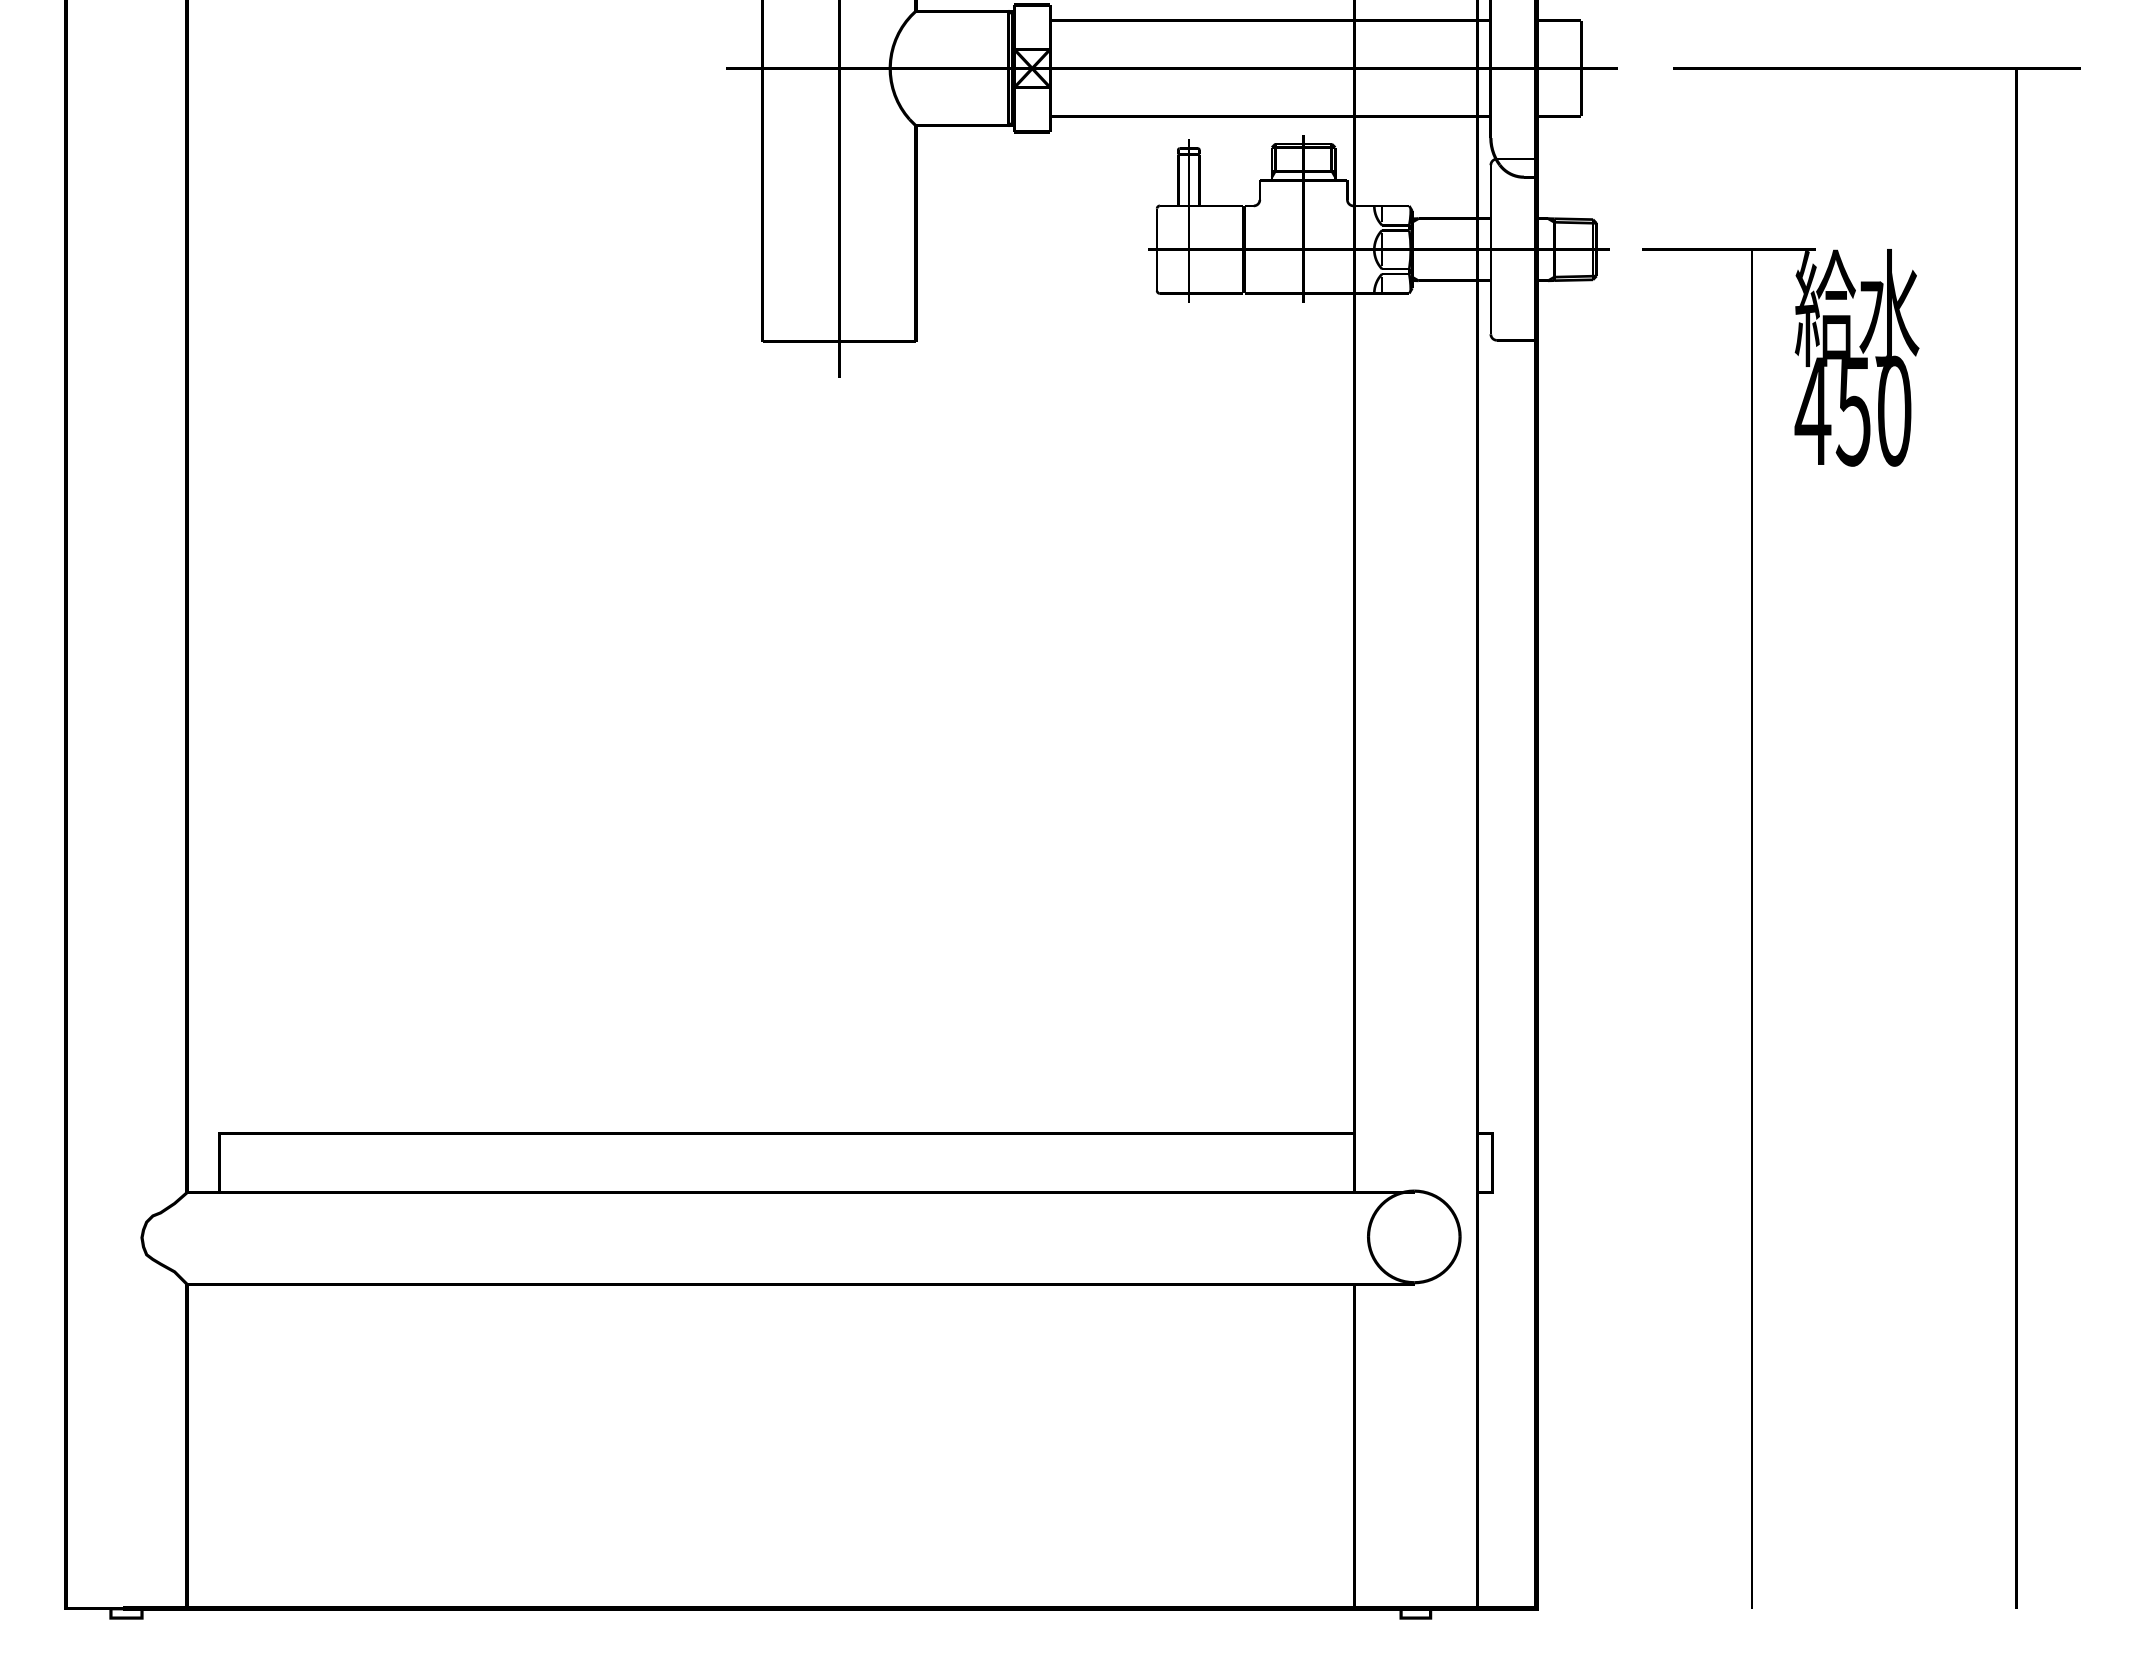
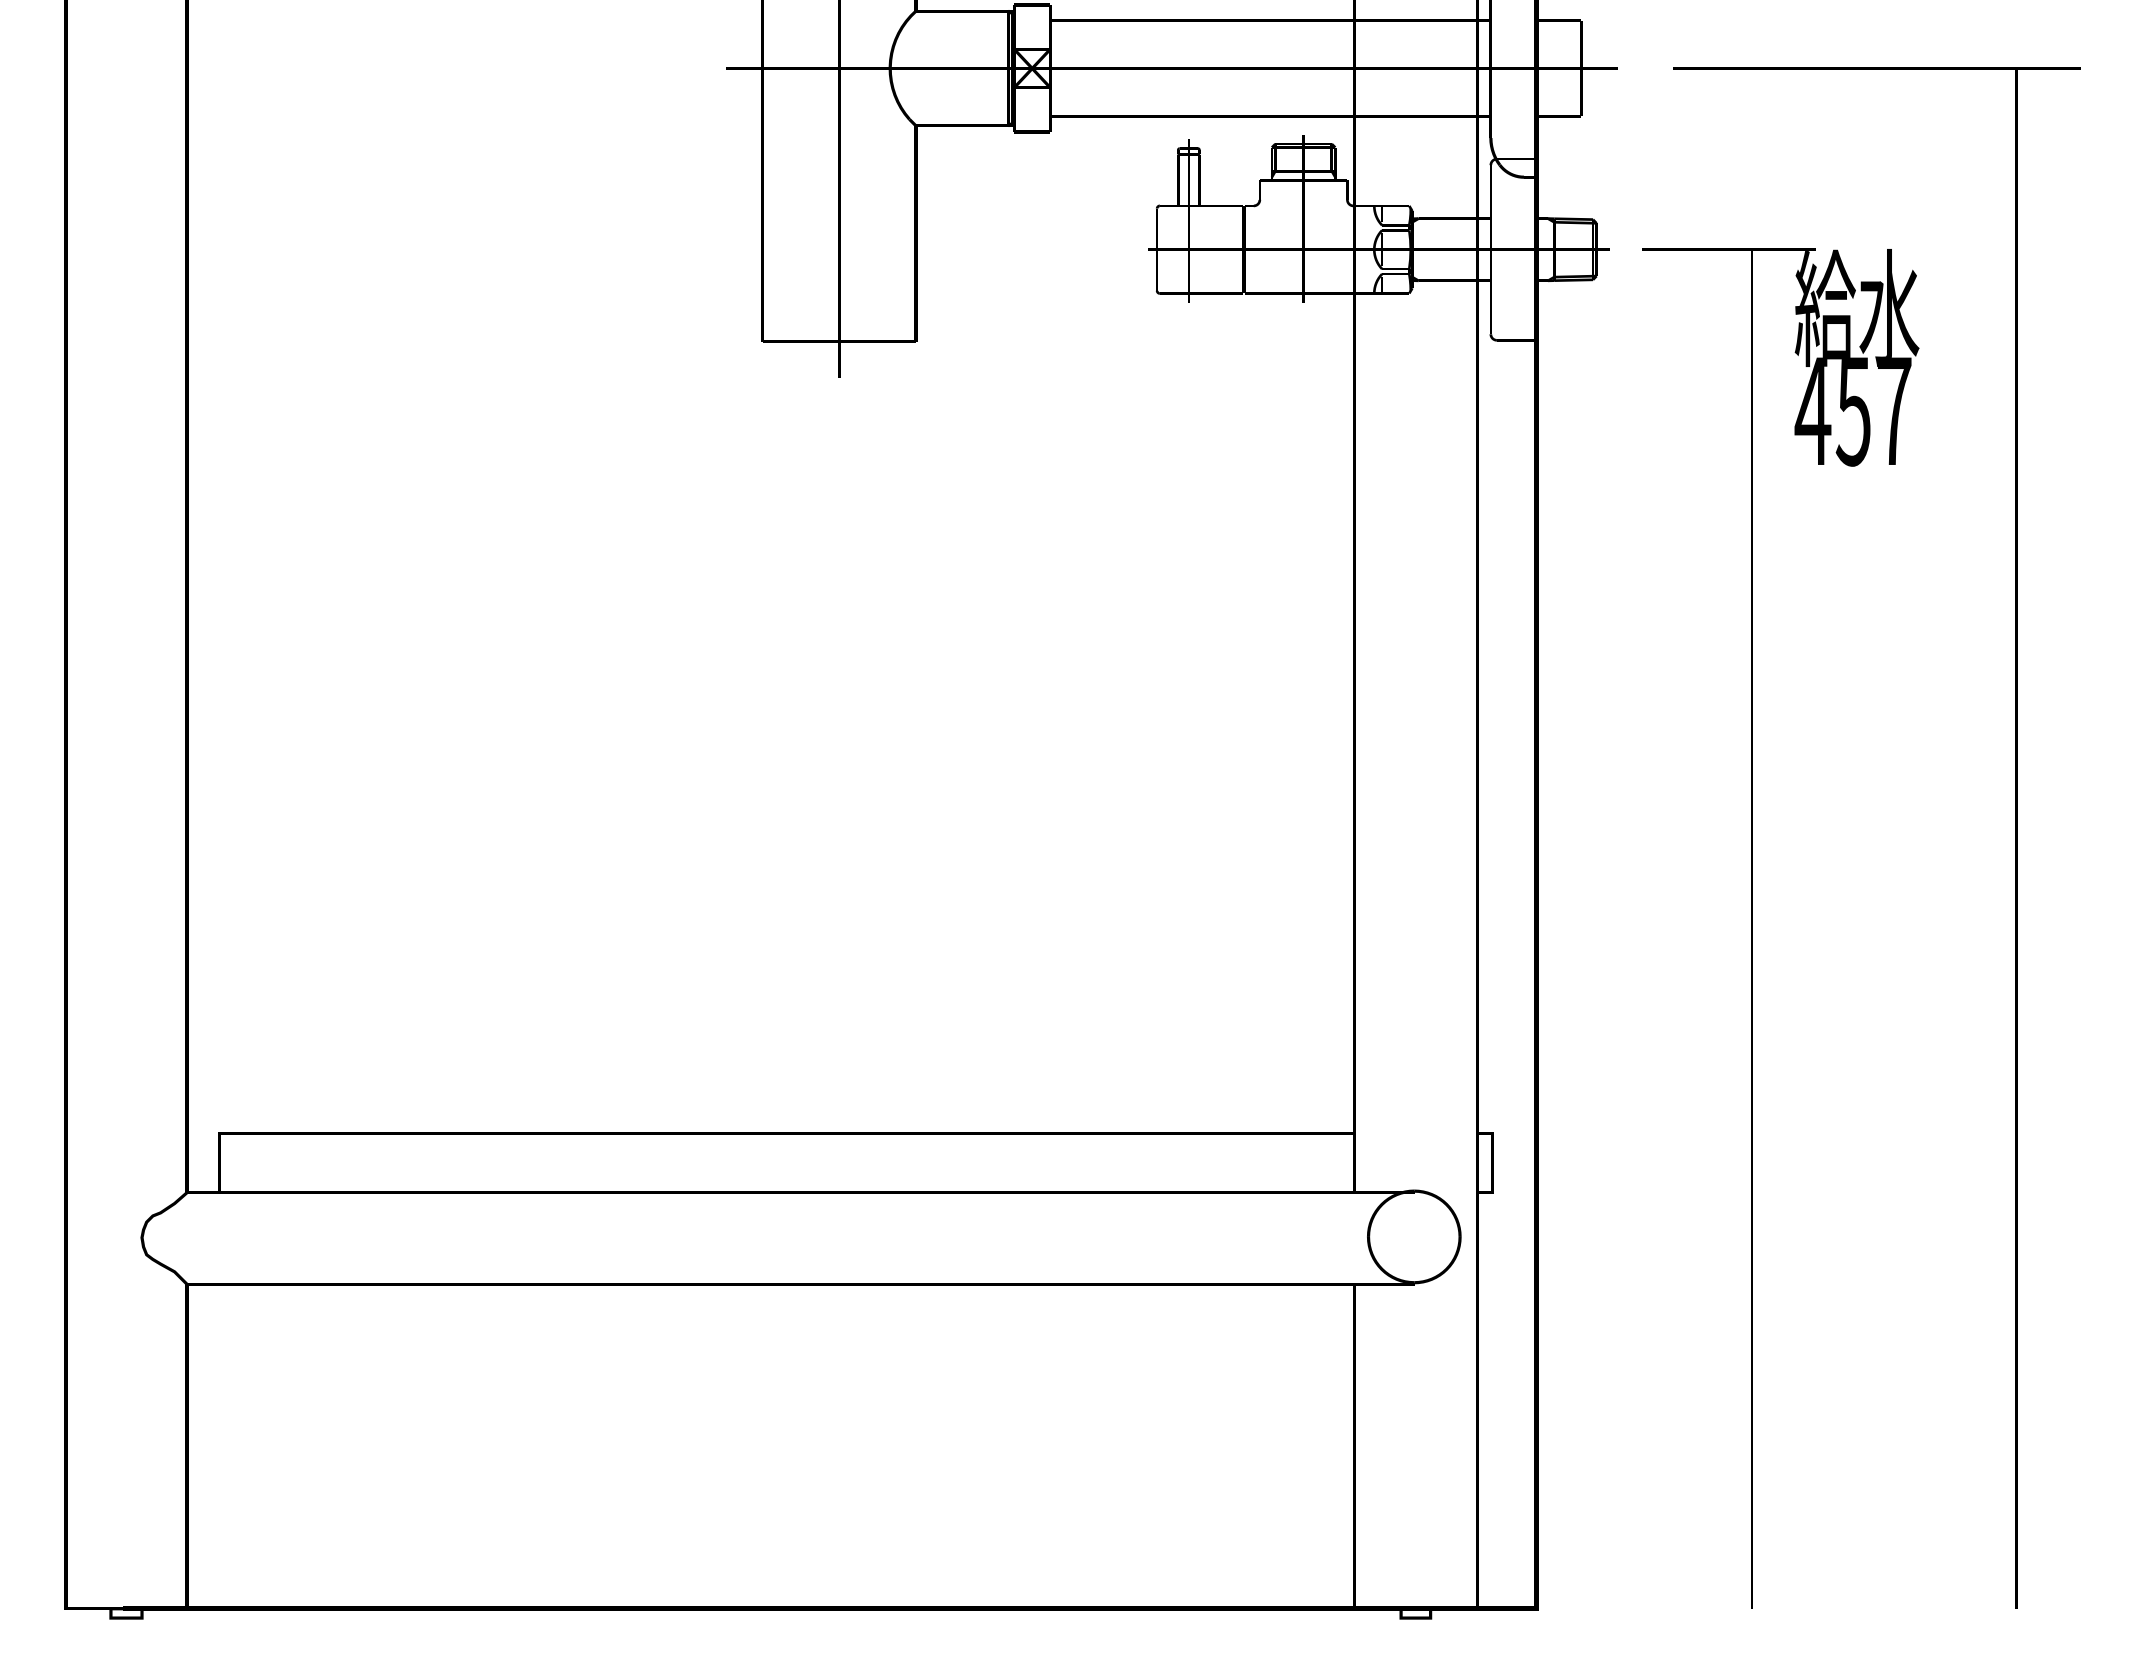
text at (1894, 410): 450 -> 457
